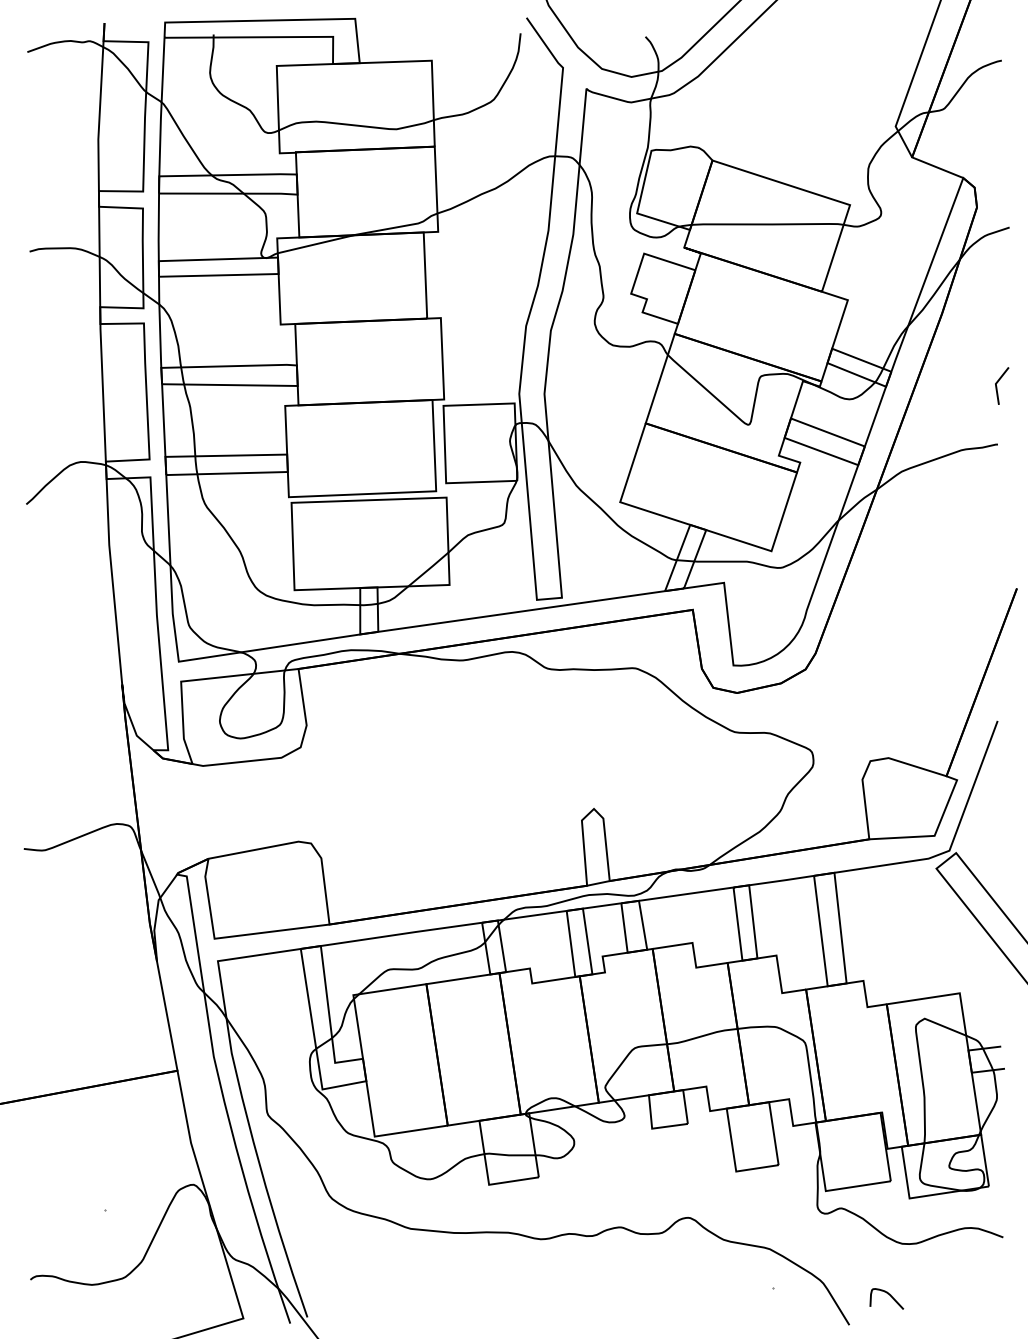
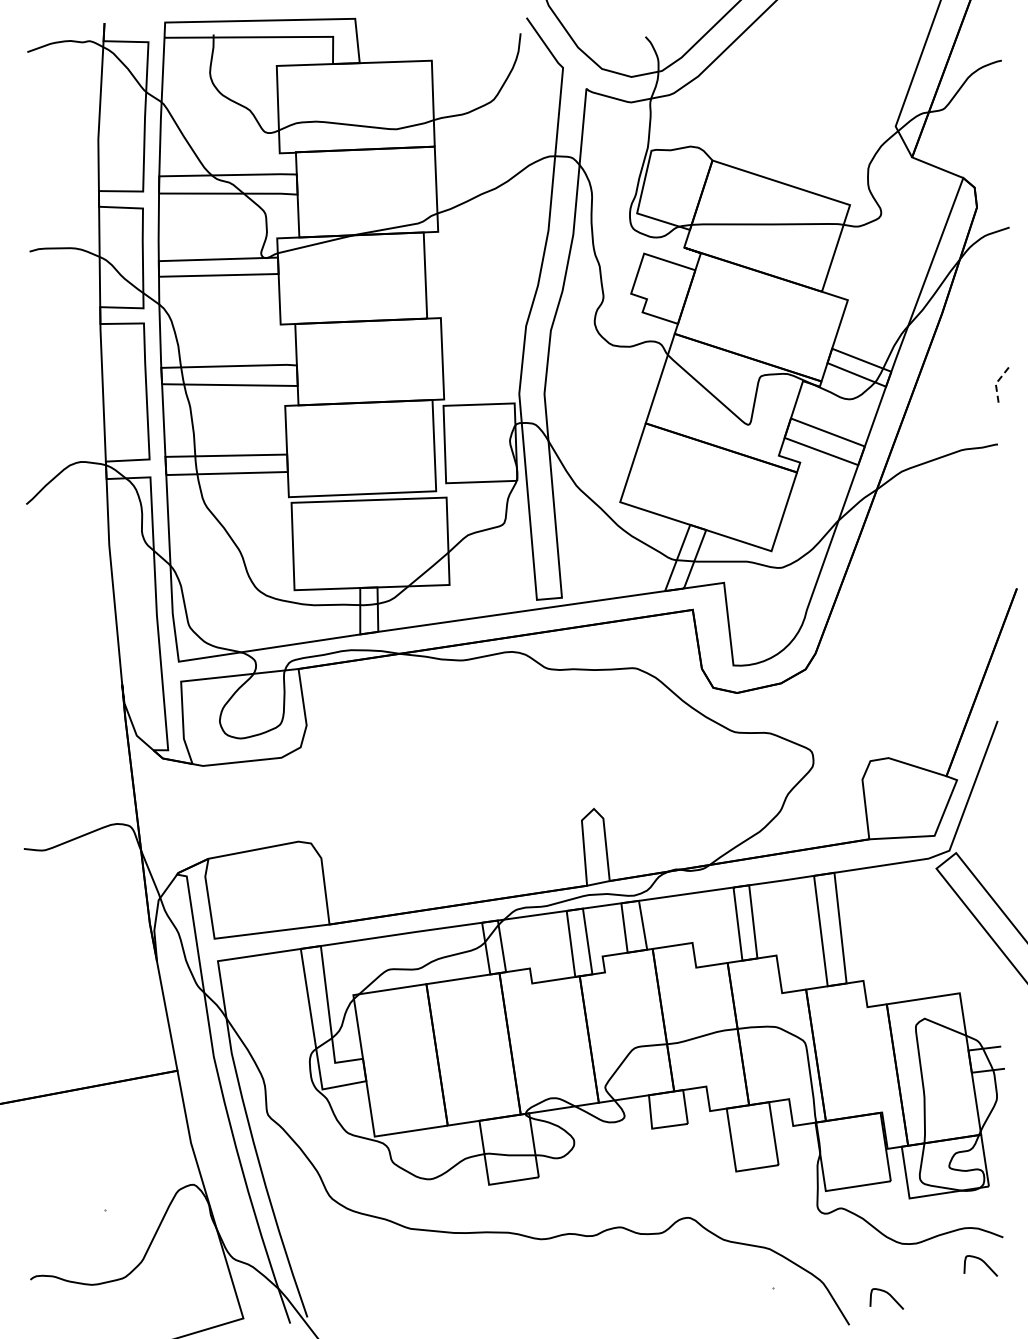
line at (995, 384): solid -> dashed
curve at (981, 1261): none -> present
